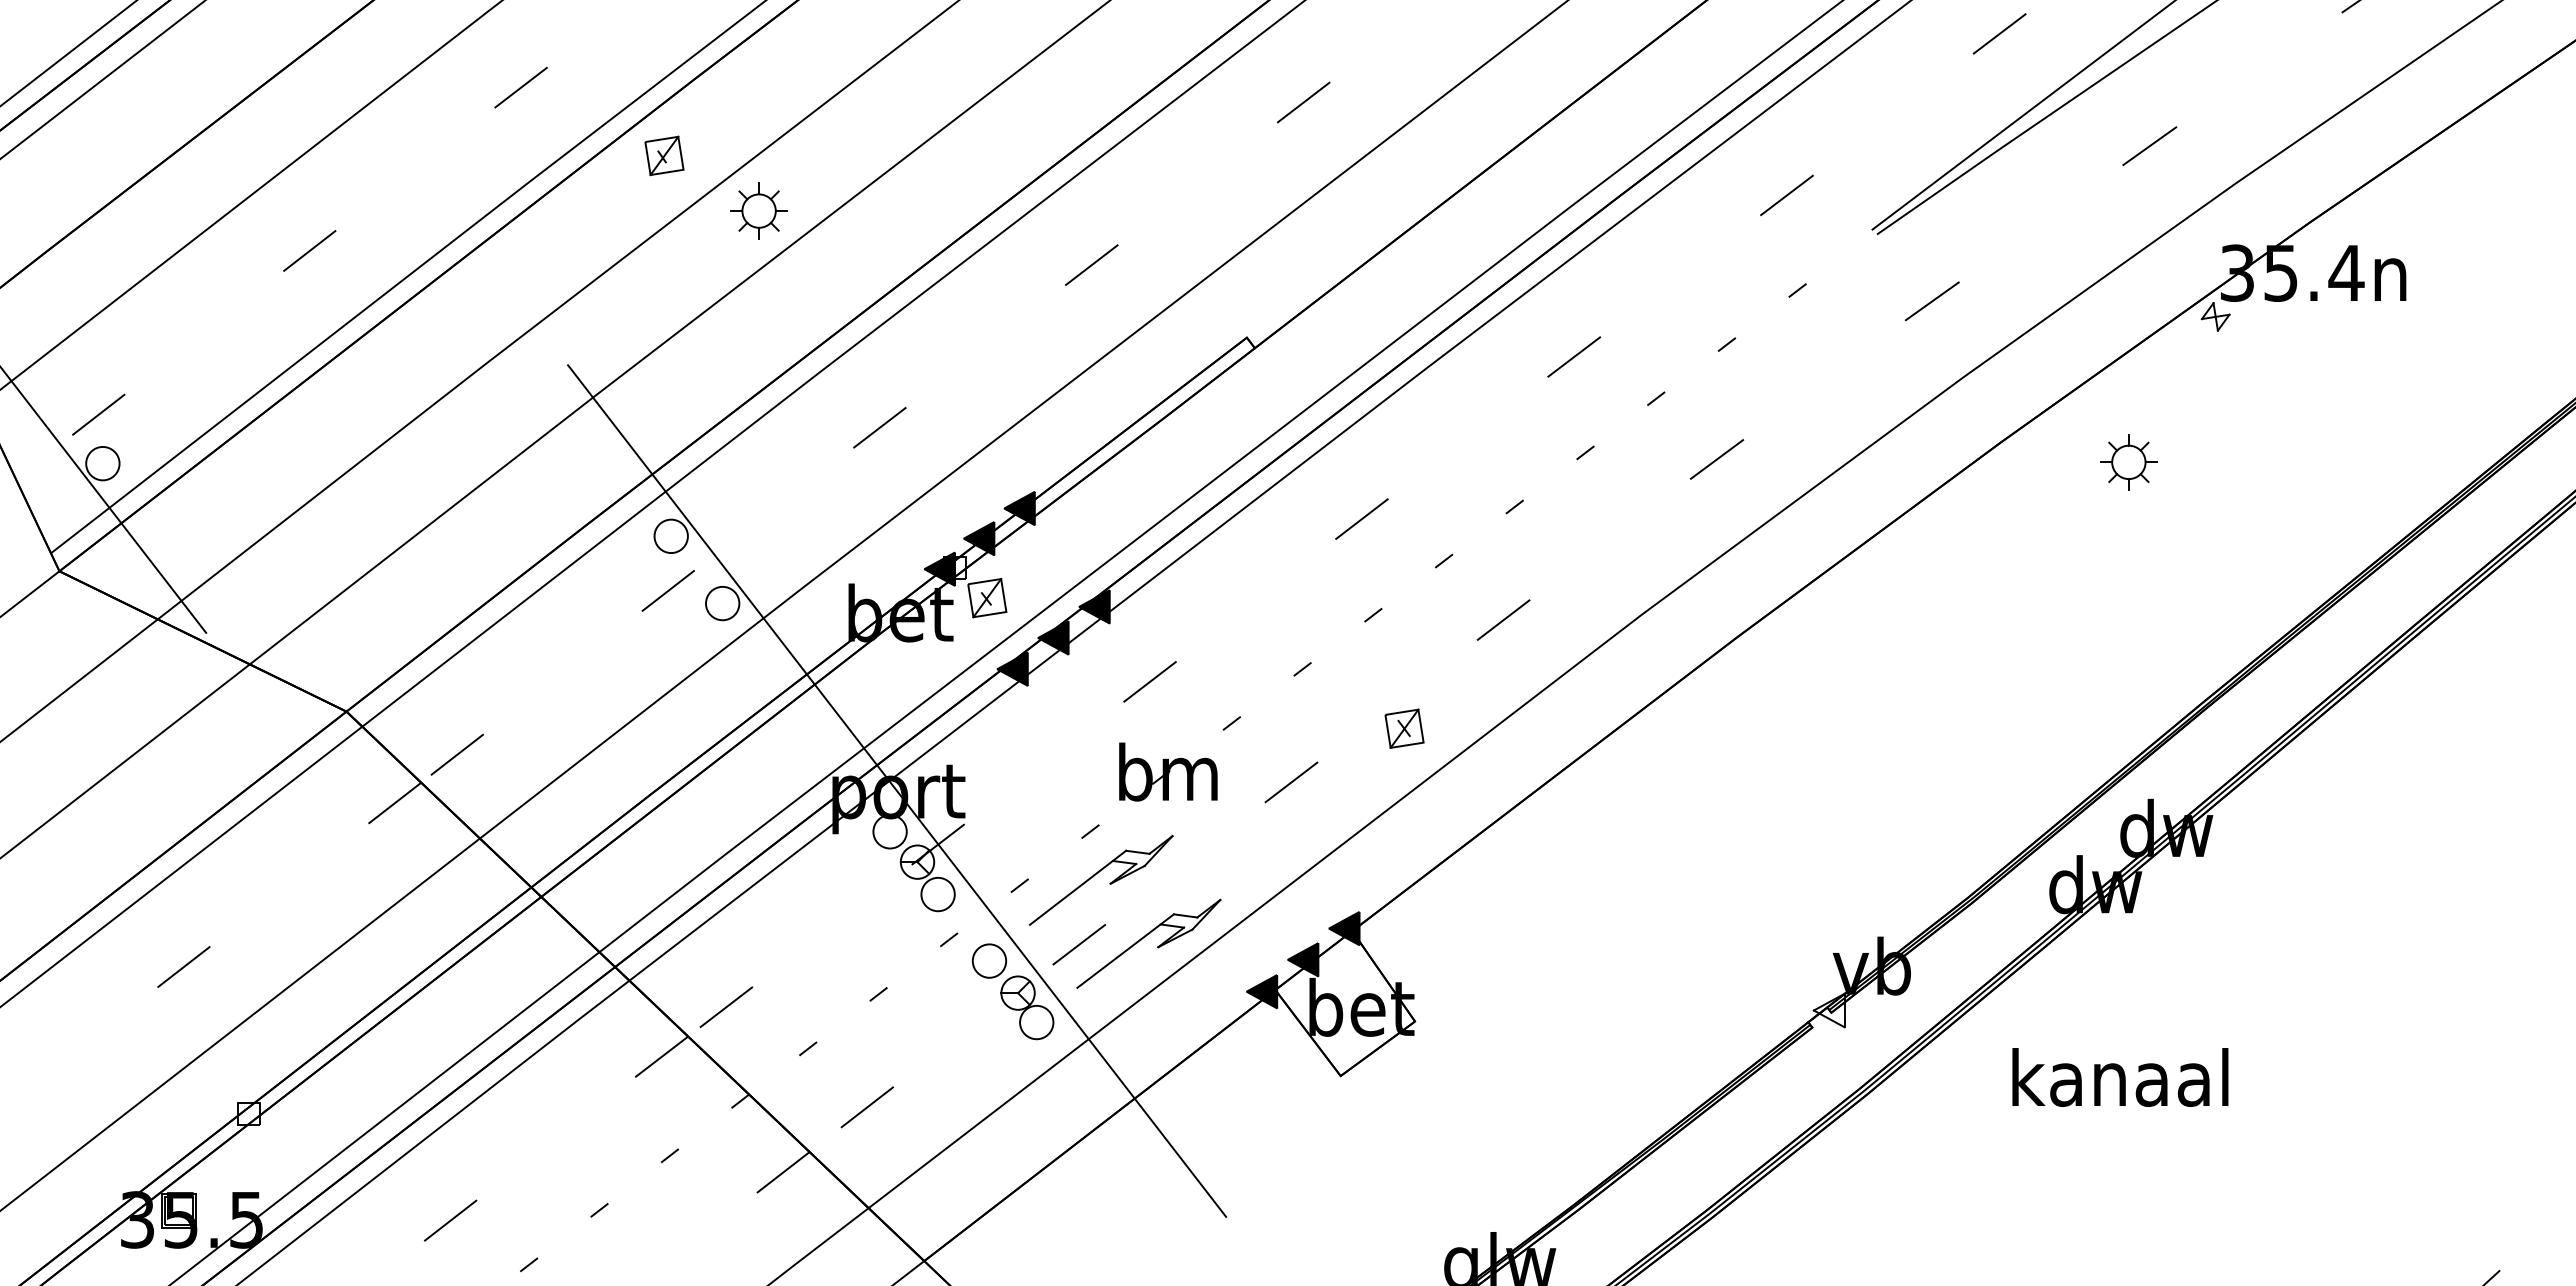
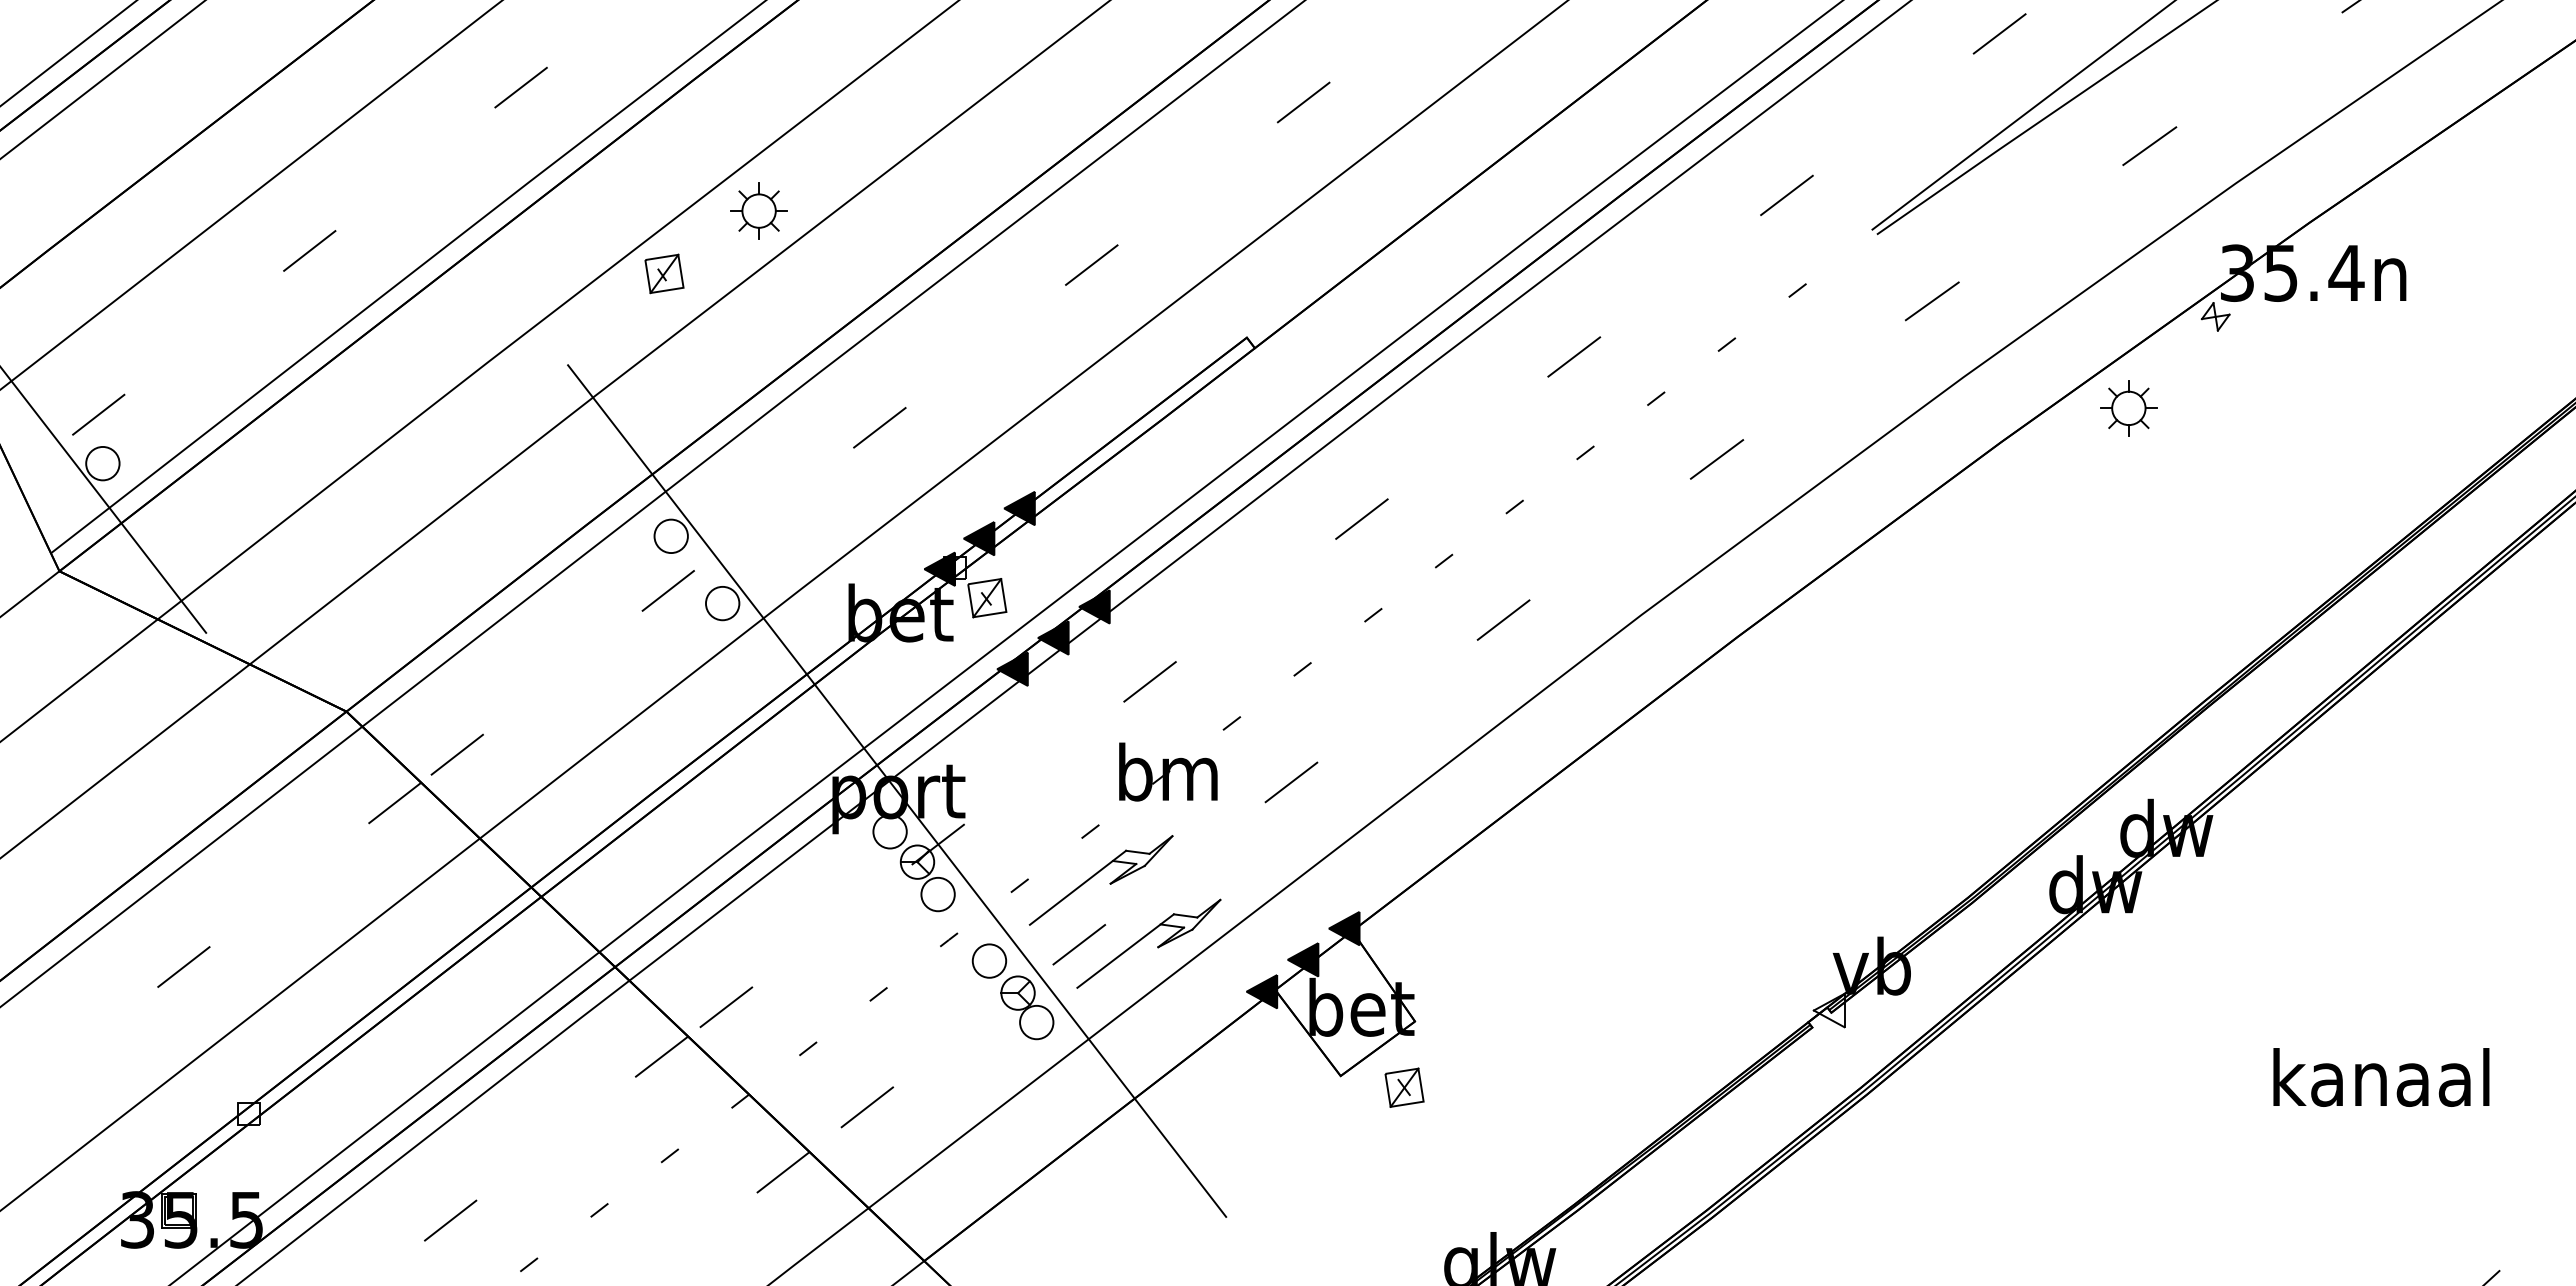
part at (664, 155) position: (664, 155) -> (664, 273)
part at (2128, 462) position: (2128, 462) -> (2128, 408)
part at (1404, 728) position: (1404, 728) -> (1404, 1087)
text at (2120, 1077) position: (2120, 1077) -> (2381, 1077)
